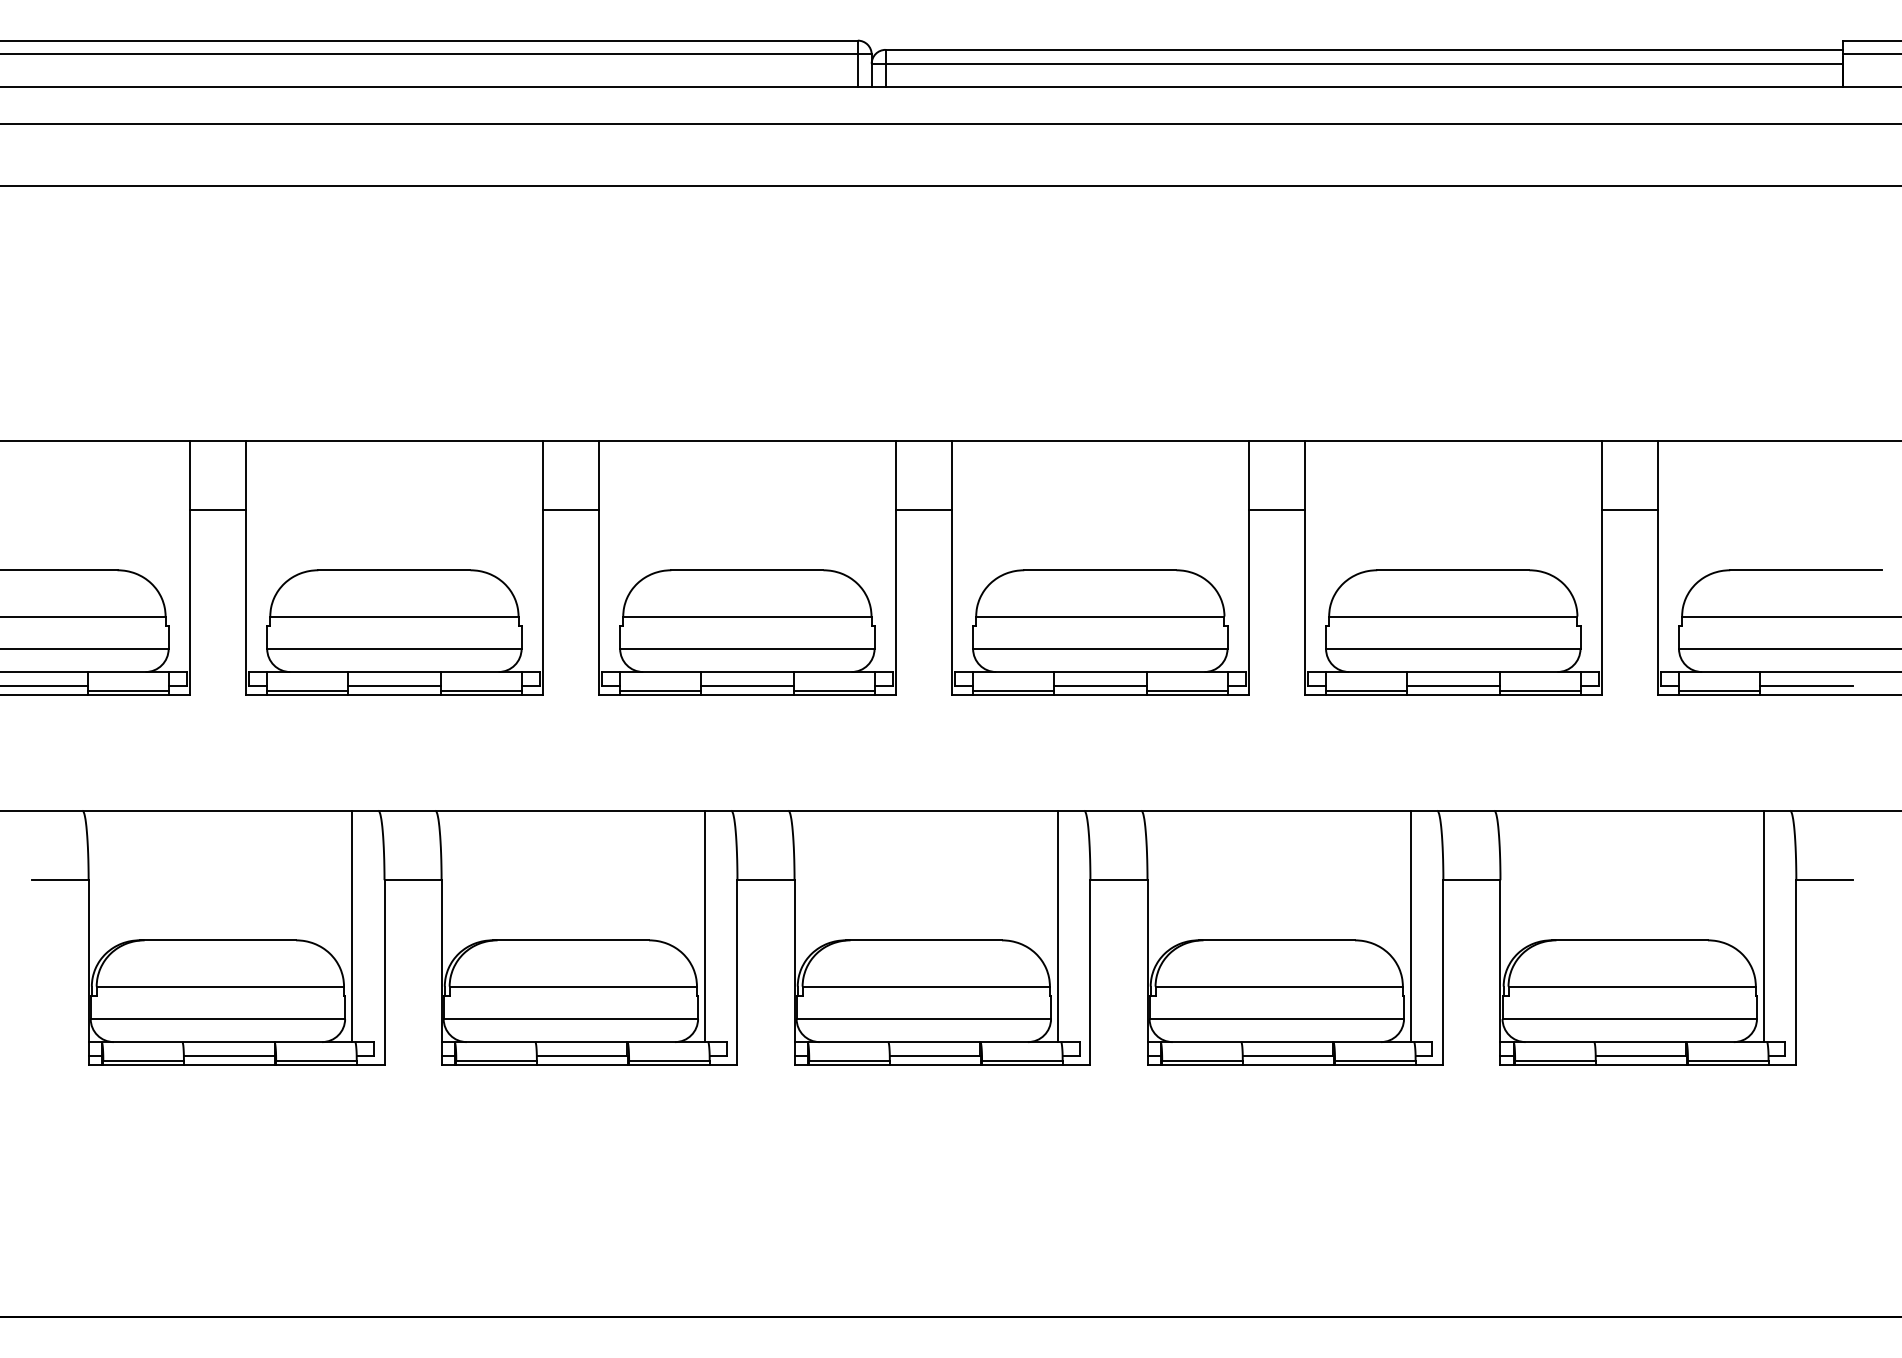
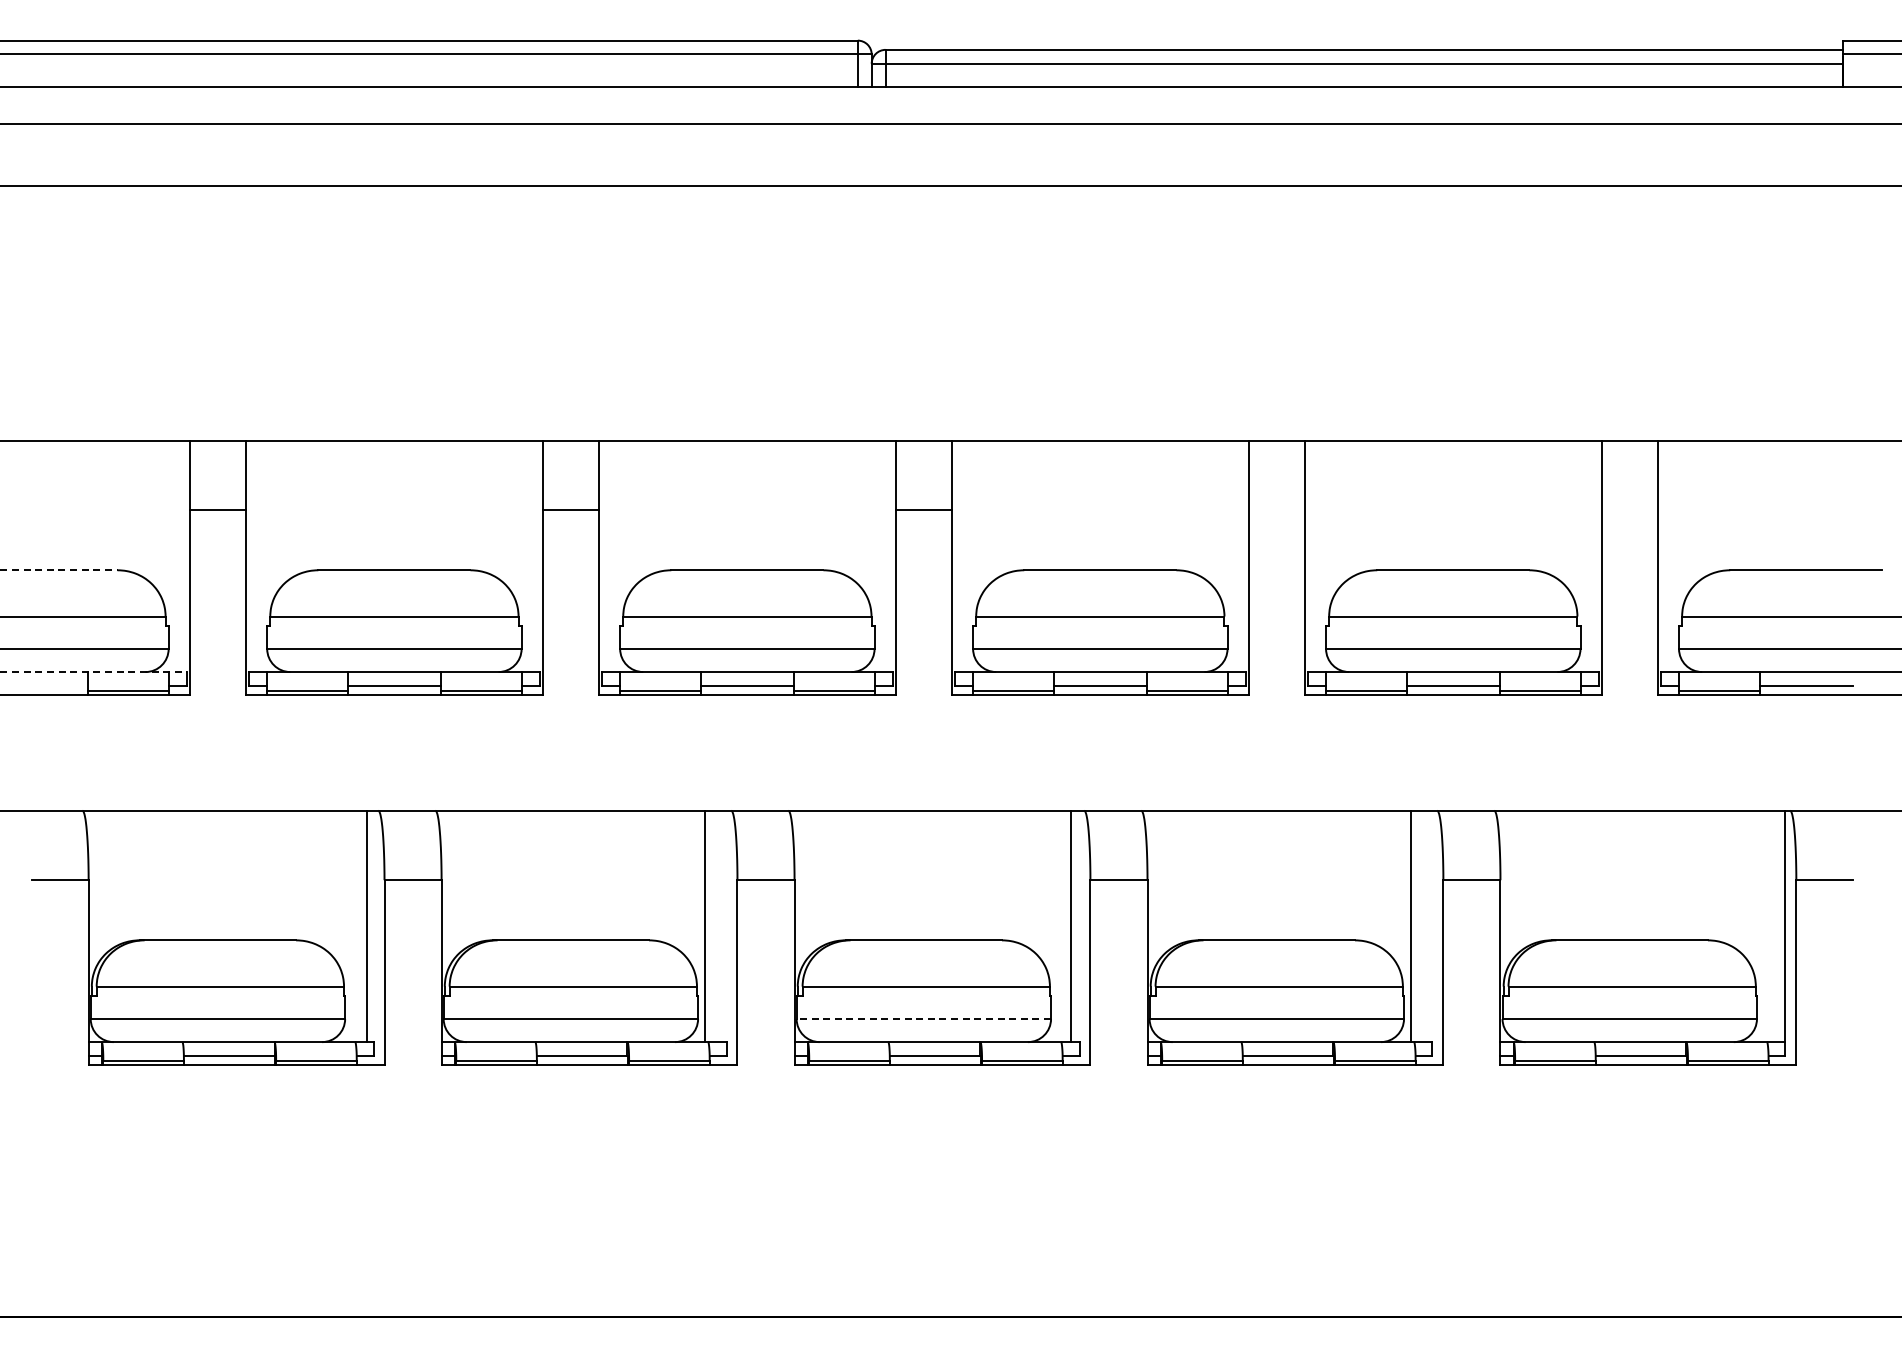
line at (1276, 510): present -> none
line at (1629, 510): present -> none
line at (58, 570): solid -> dashed
line at (94, 672): solid -> dashed
line at (44, 685): present -> none
line at (351, 926) position: (351, 926) -> (366, 926)
line at (1057, 926) position: (1057, 926) -> (1070, 926)
line at (1763, 926) position: (1763, 926) -> (1784, 926)
line at (923, 1019): solid -> dashed
